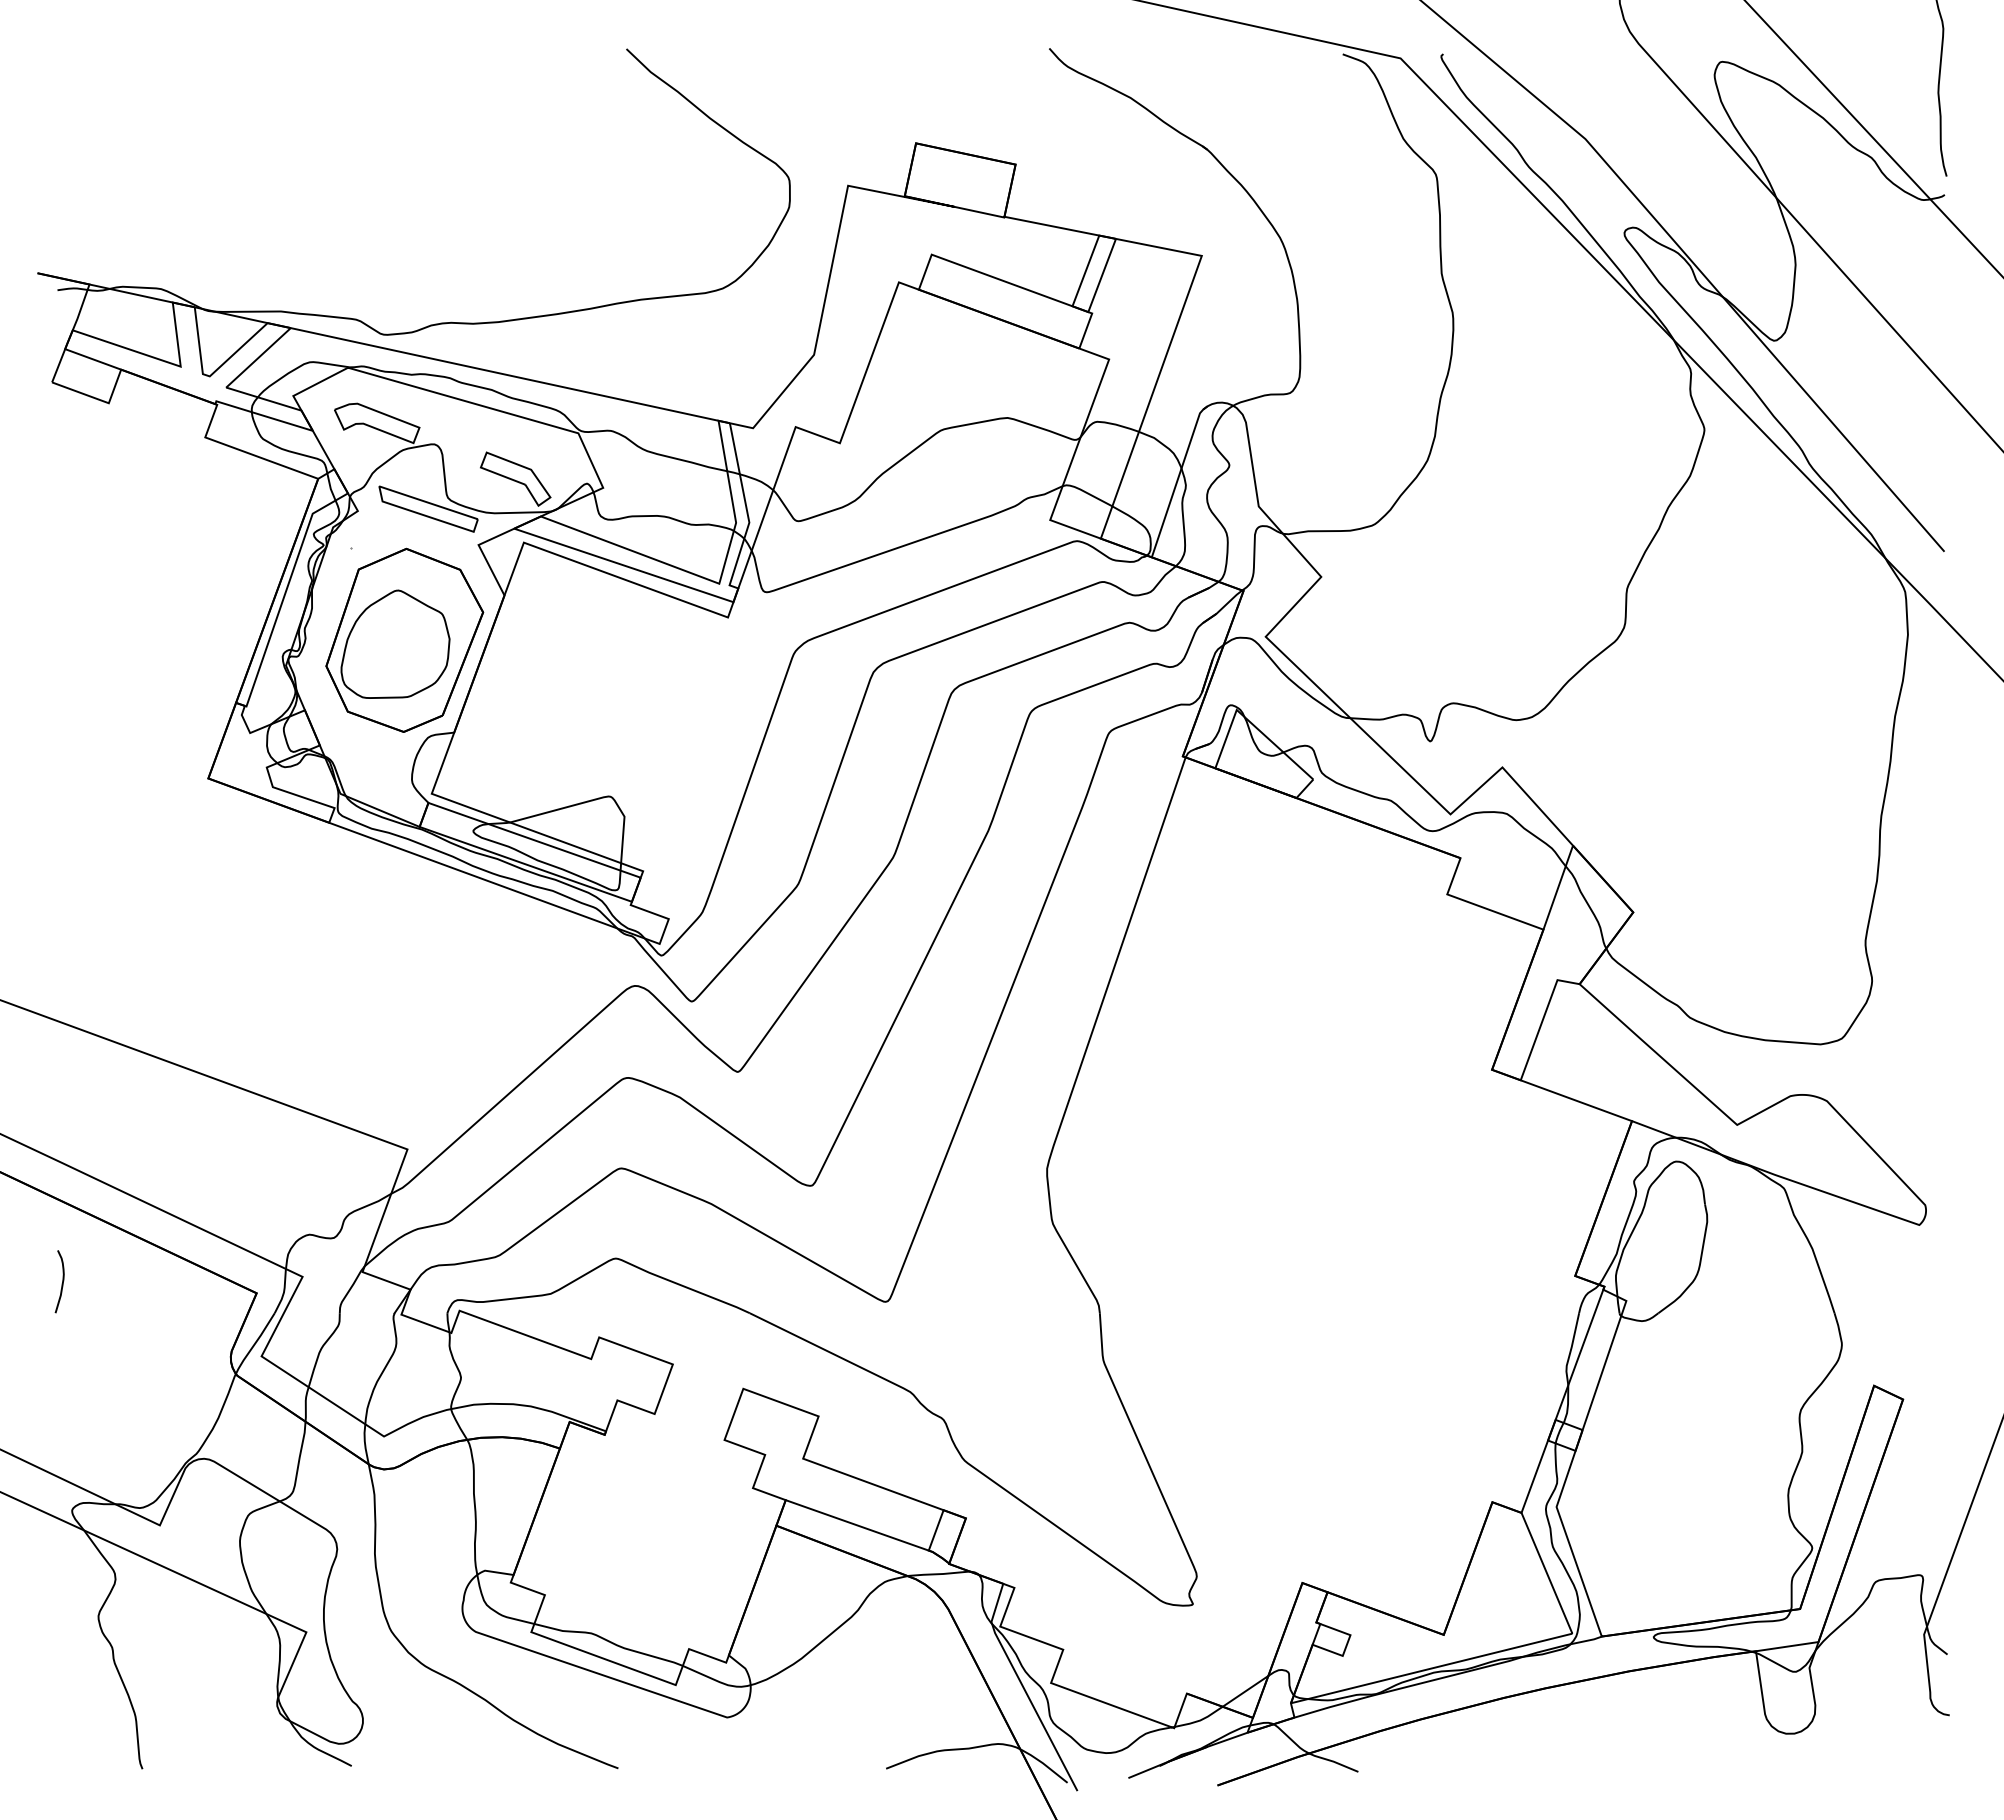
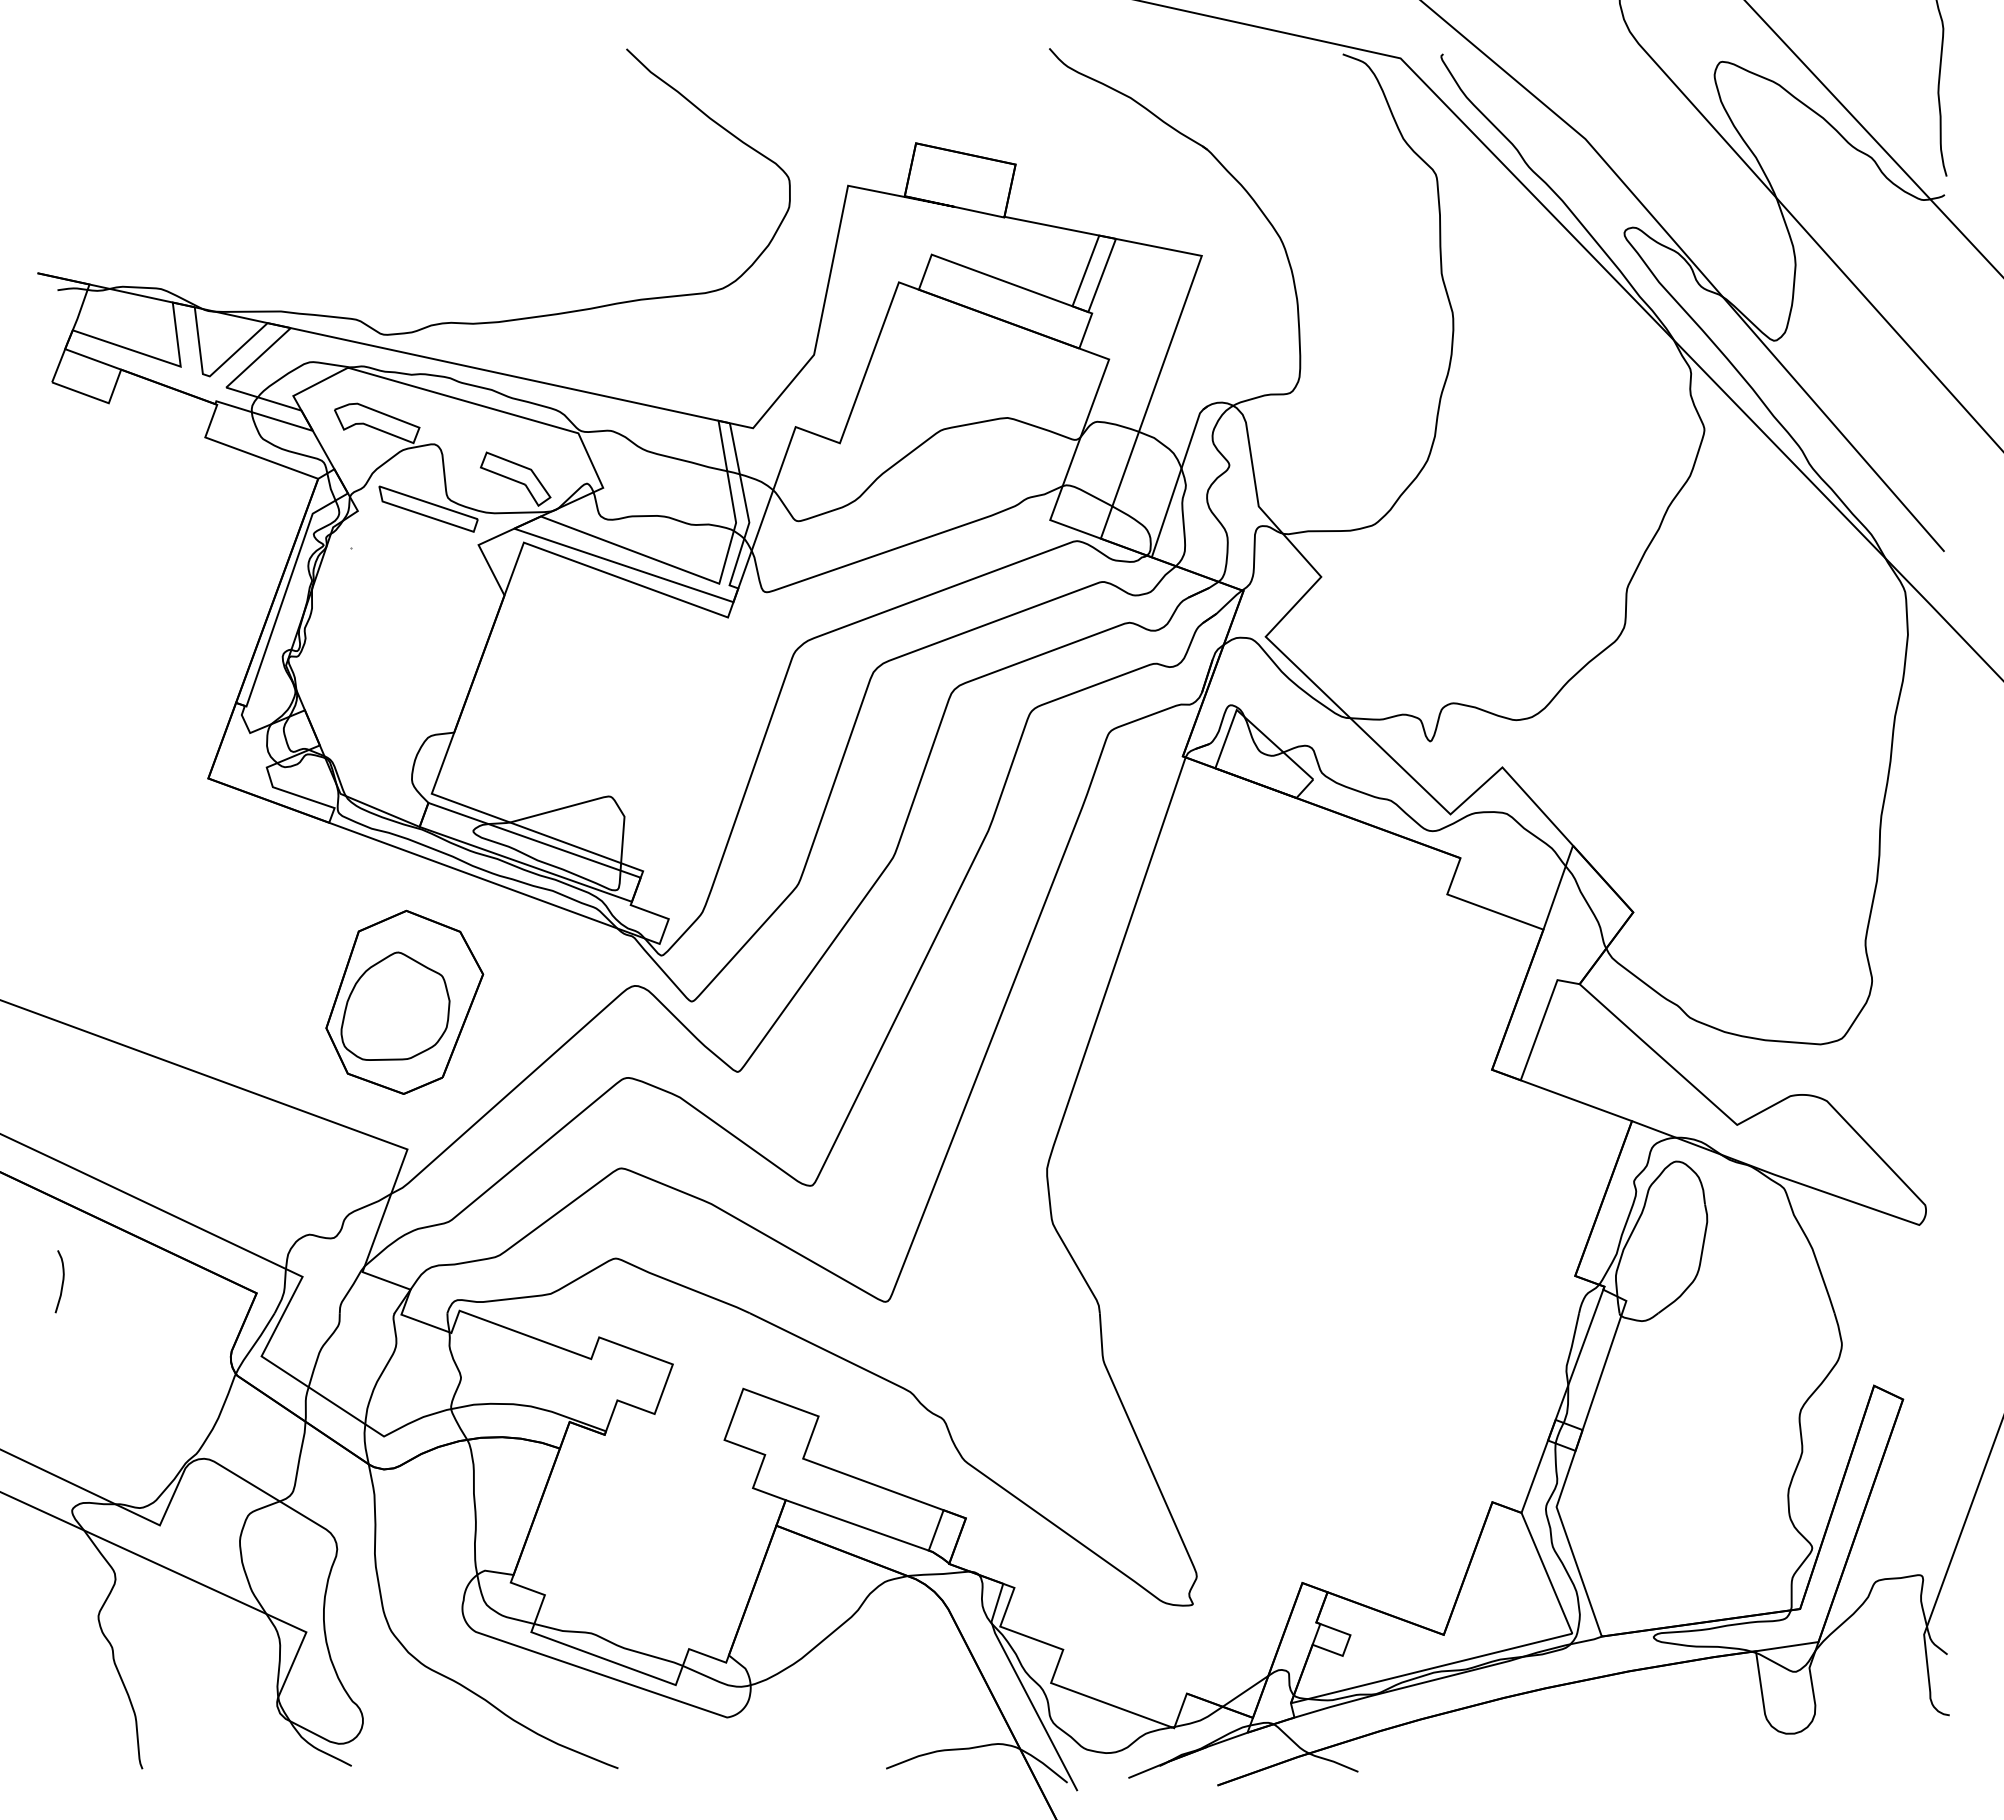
part at (404, 639) position: (404, 639) -> (404, 1001)
